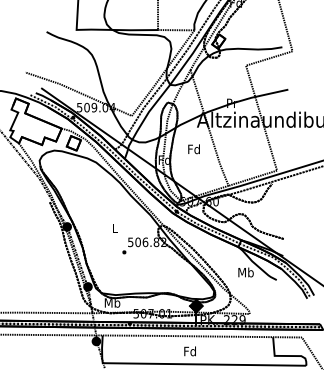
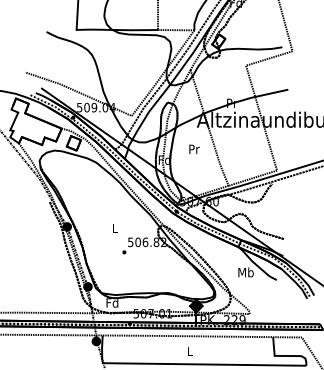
text at (193, 149): Fd -> Pr
text at (112, 302): Mb -> Fd
text at (189, 351): Fd -> L
